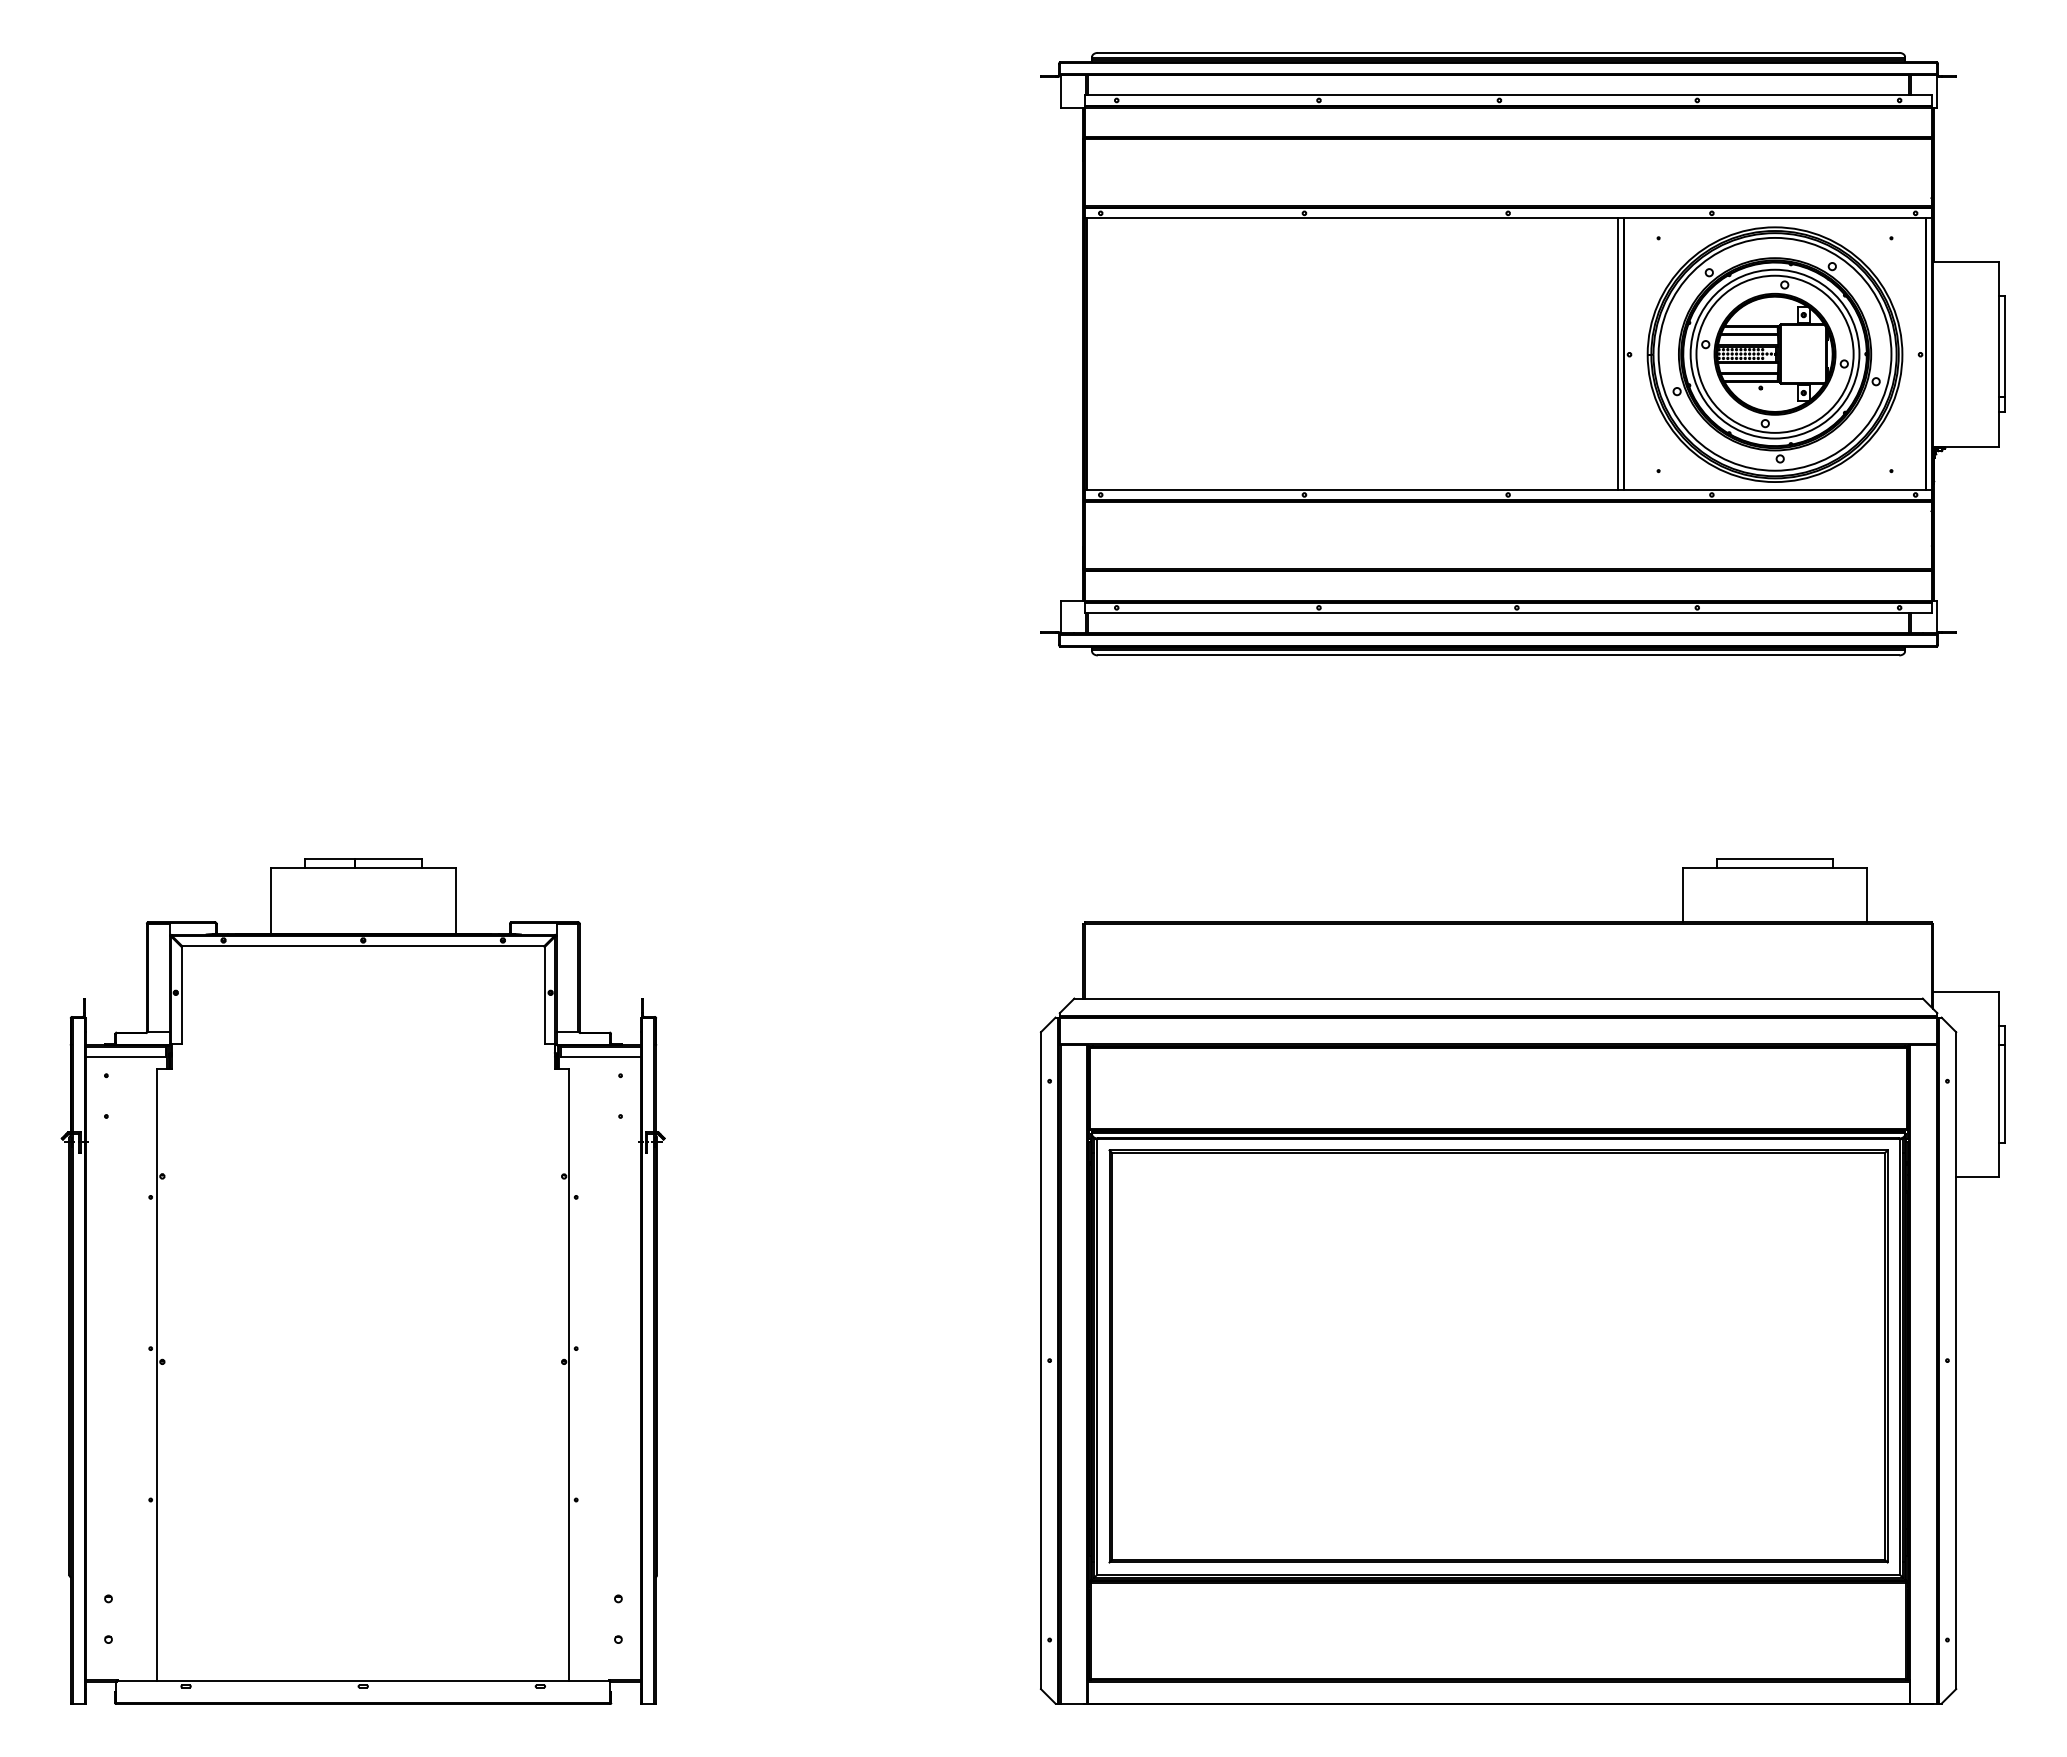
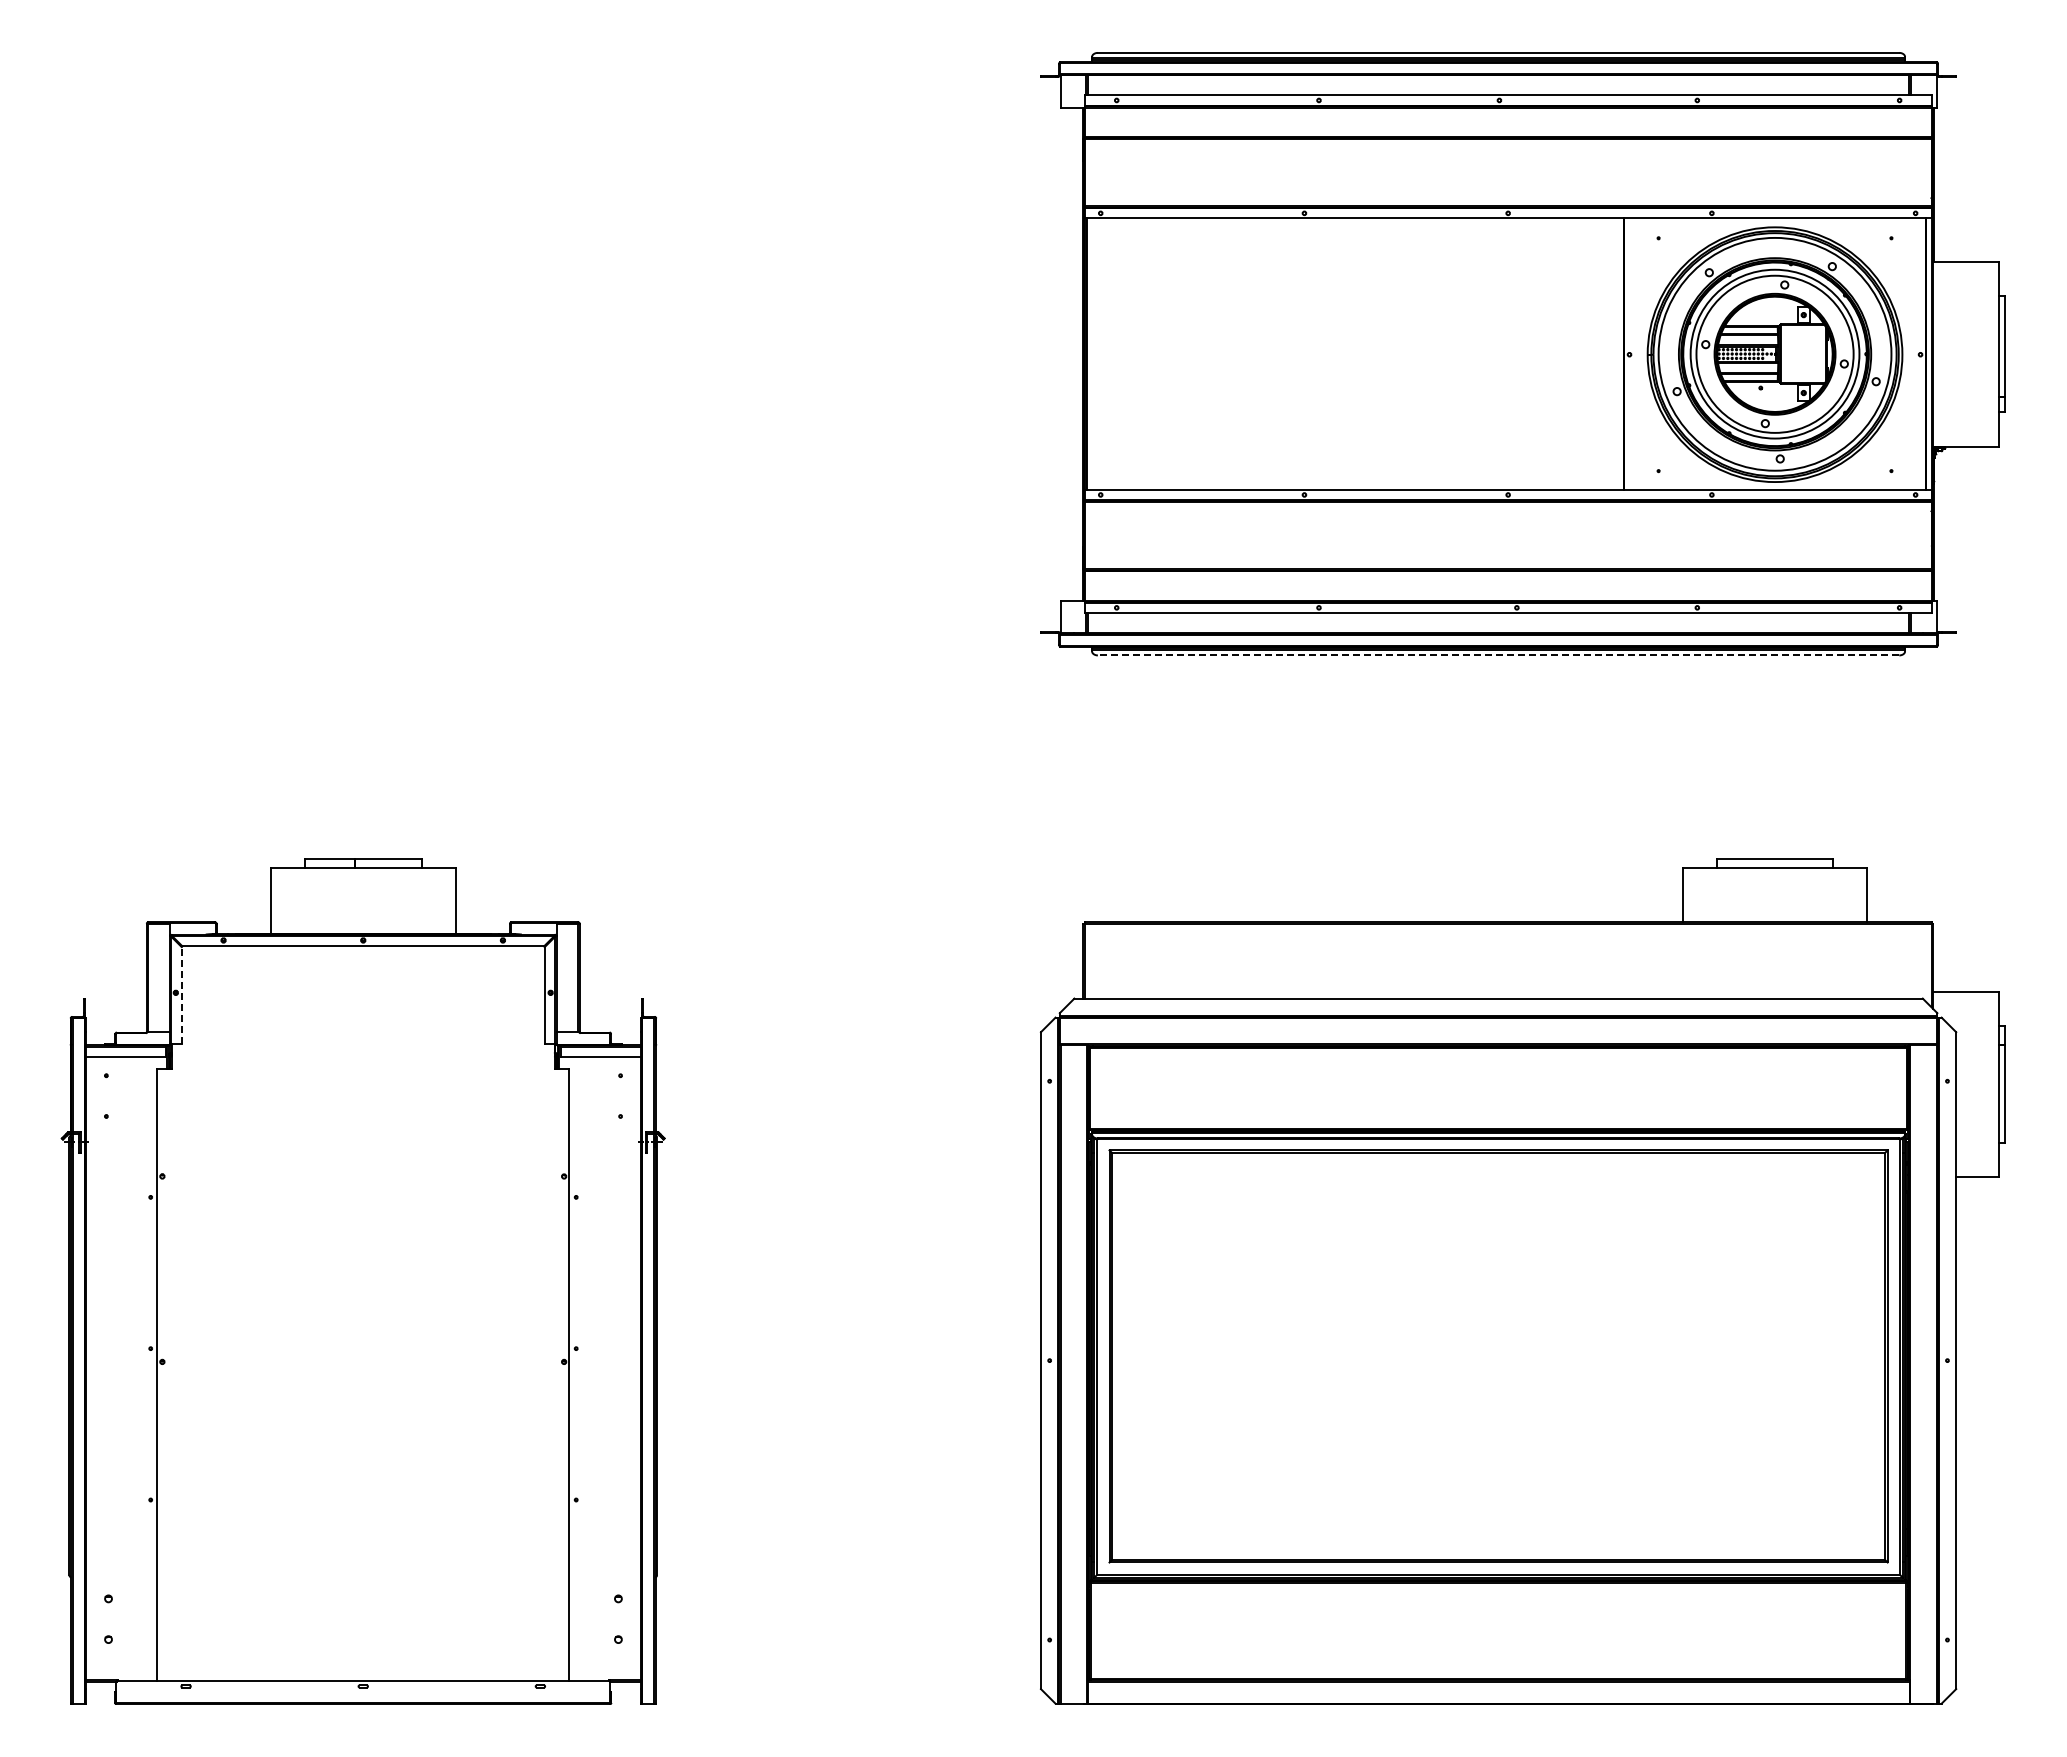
line at (1617, 353): present -> none
line at (1498, 655): solid -> dashed
line at (181, 995): solid -> dashed
